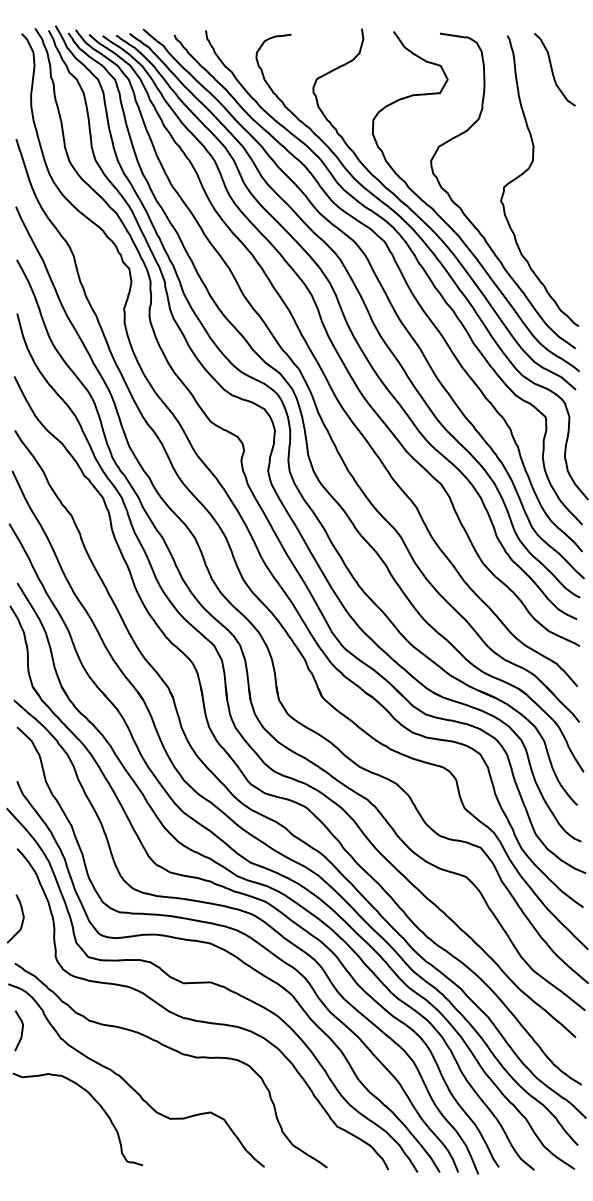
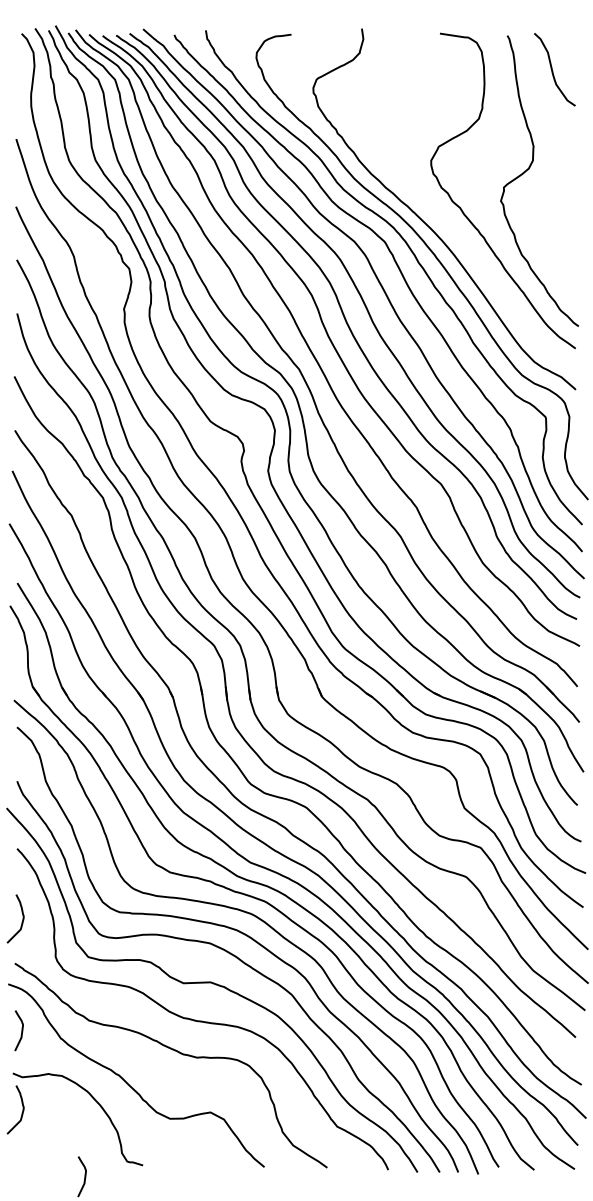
curve at (450, 226): present -> none
curve at (22, 1109): none -> present
curve at (84, 1176): none -> present
